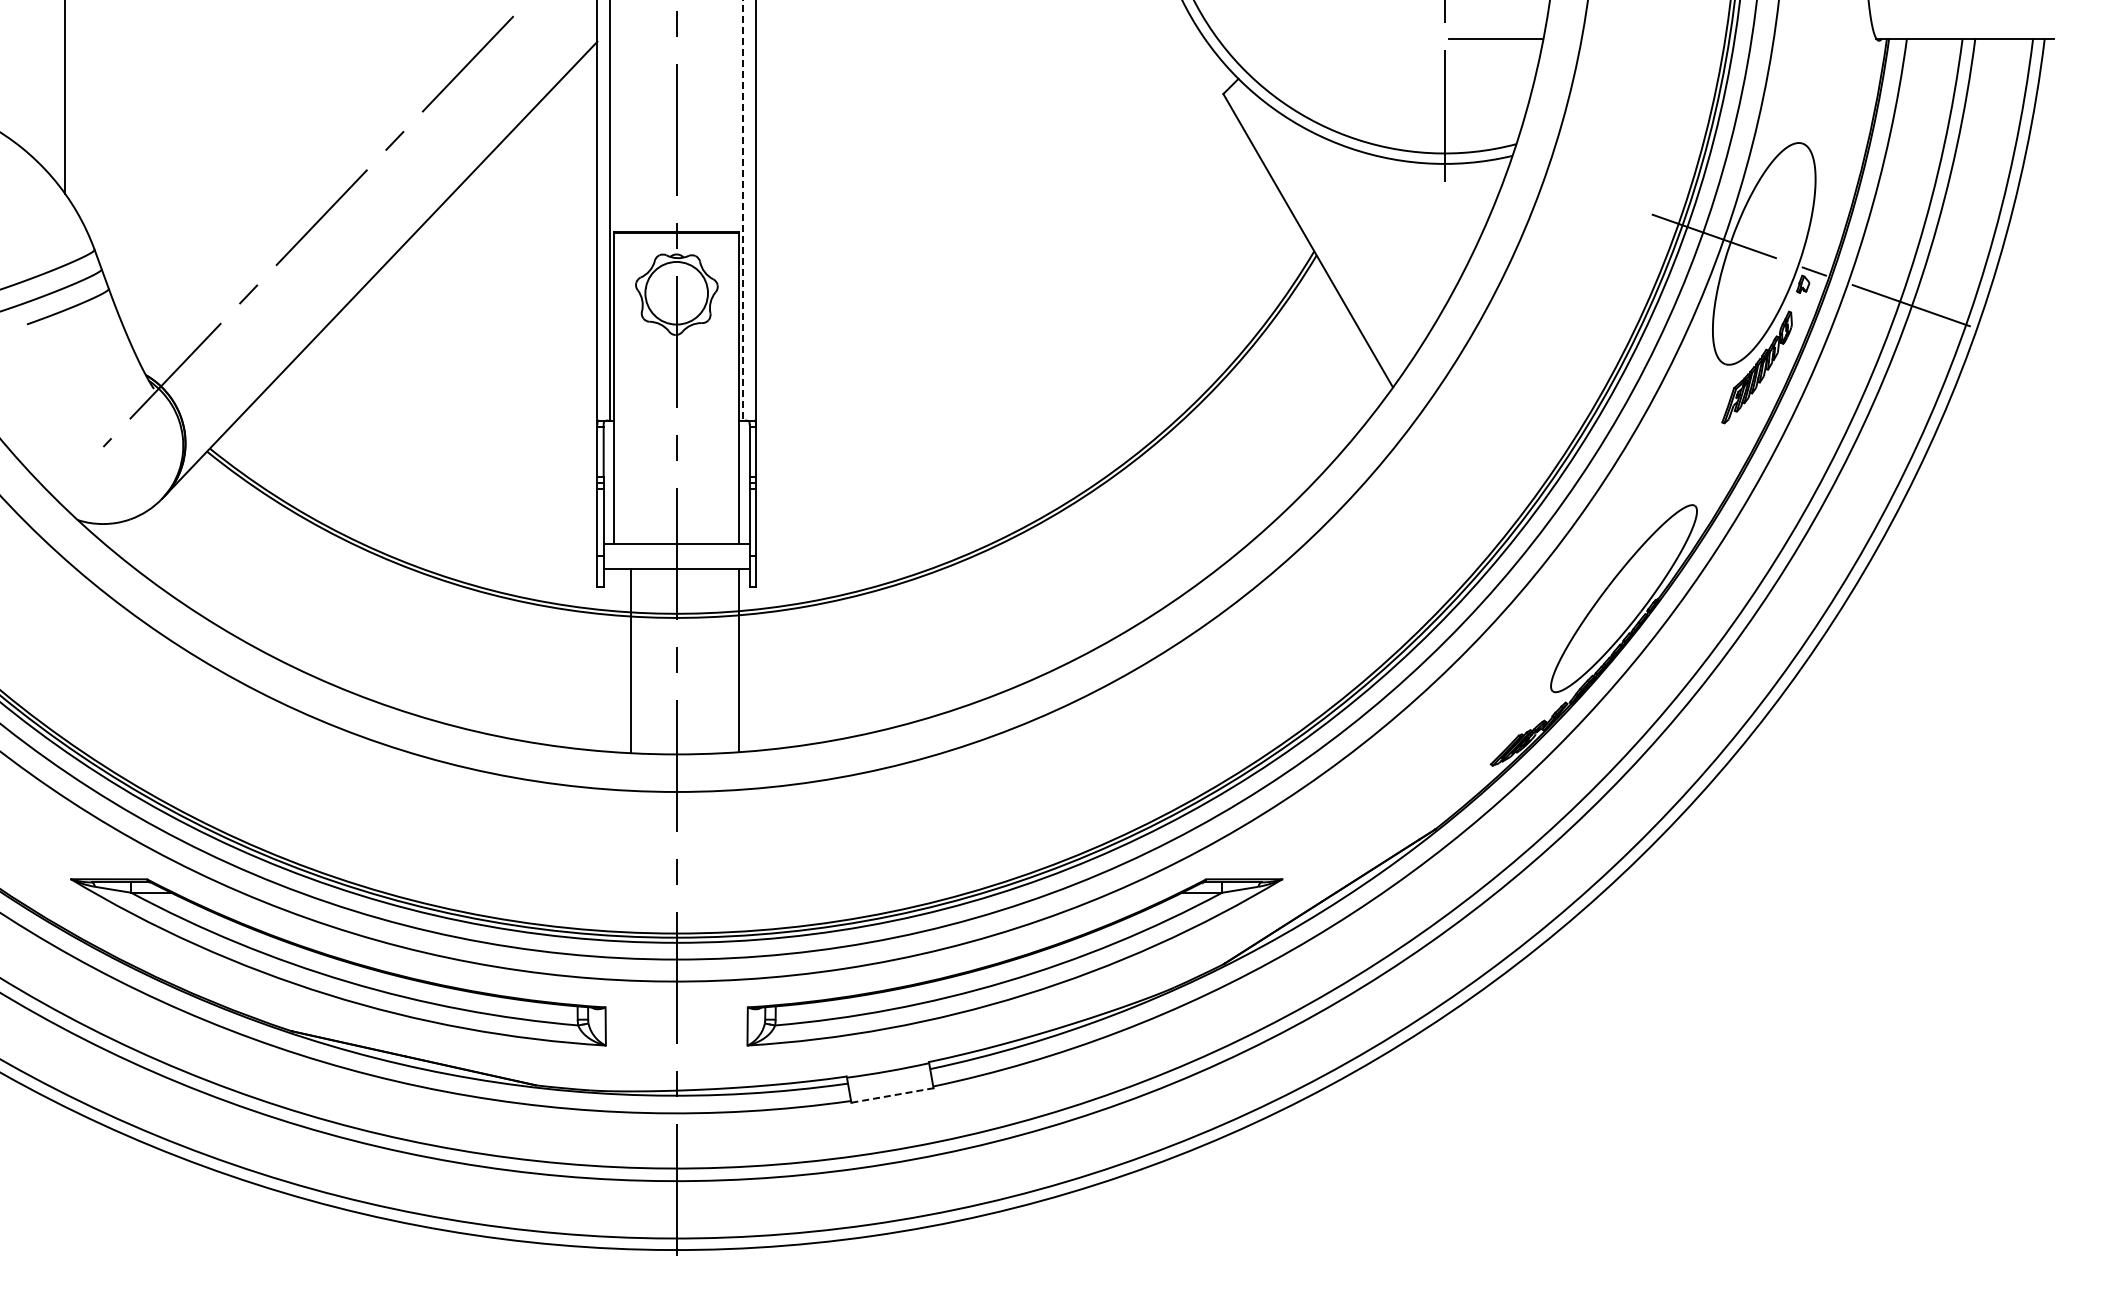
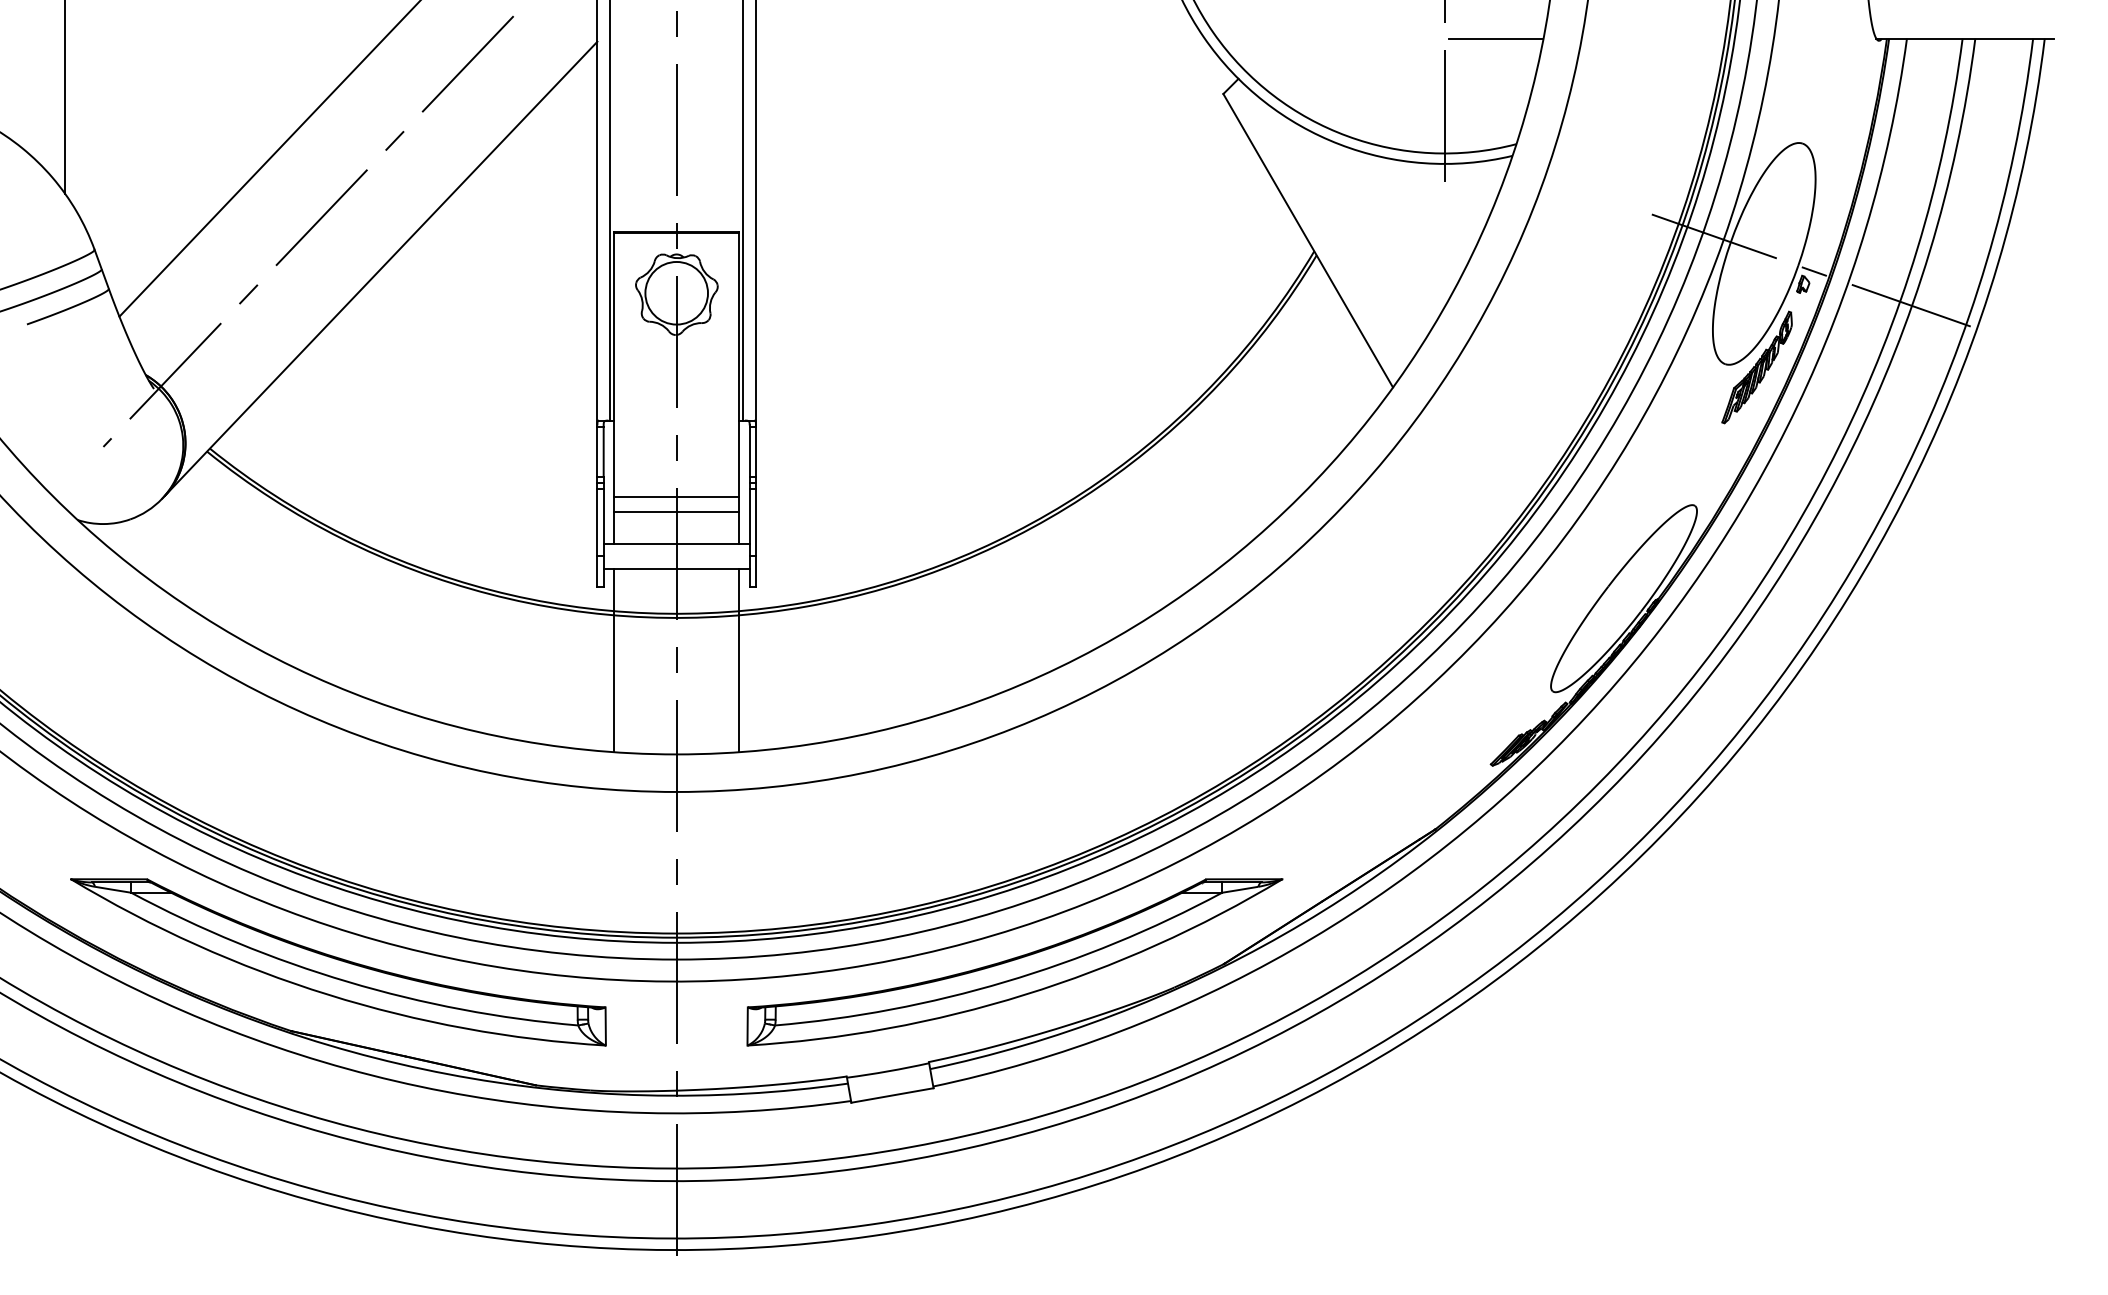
line at (268, 159): none -> present
line at (743, 210): dashed -> solid
line at (676, 497): none -> present
line at (676, 511): none -> present
line at (631, 660) position: (631, 660) -> (614, 660)
line at (892, 1095): dashed -> solid
